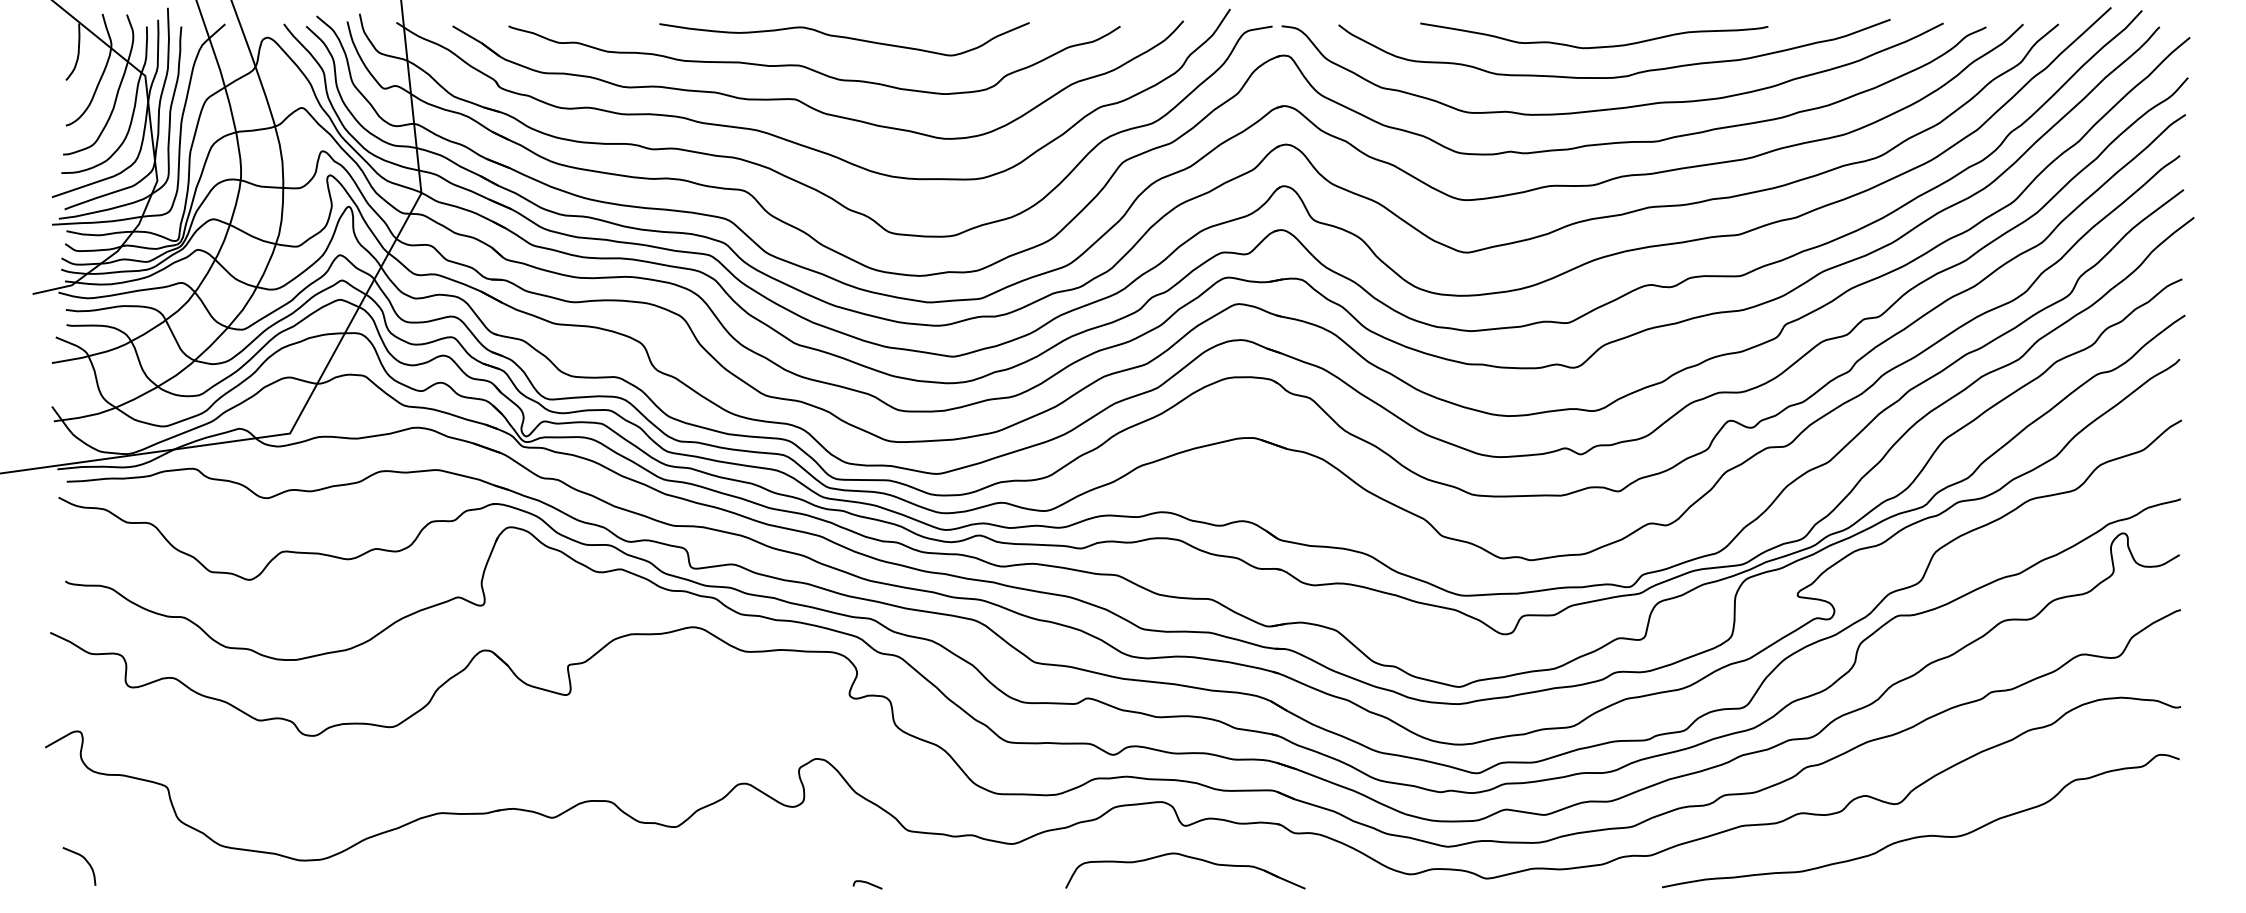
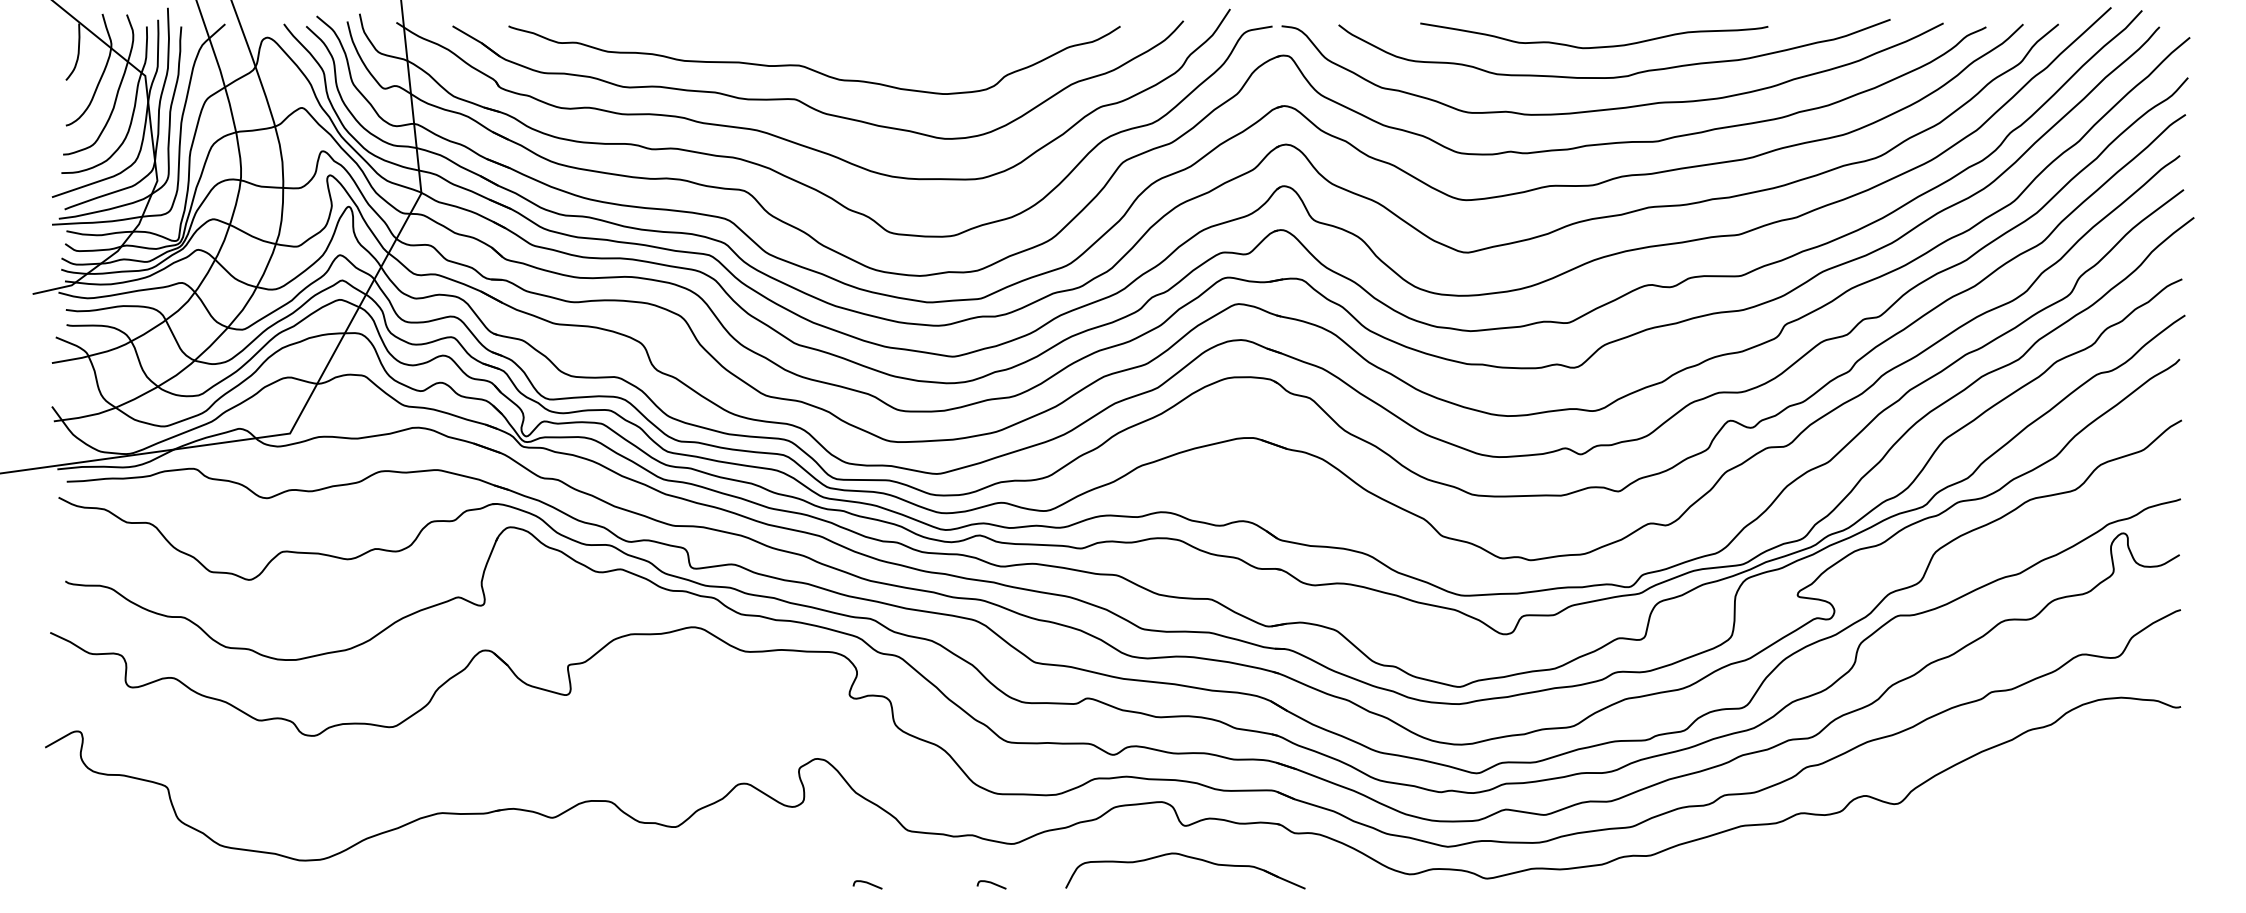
curve at (844, 38): present -> none
curve at (1920, 835): present -> none
curve at (86, 862): present -> none
curve at (991, 883): none -> present
